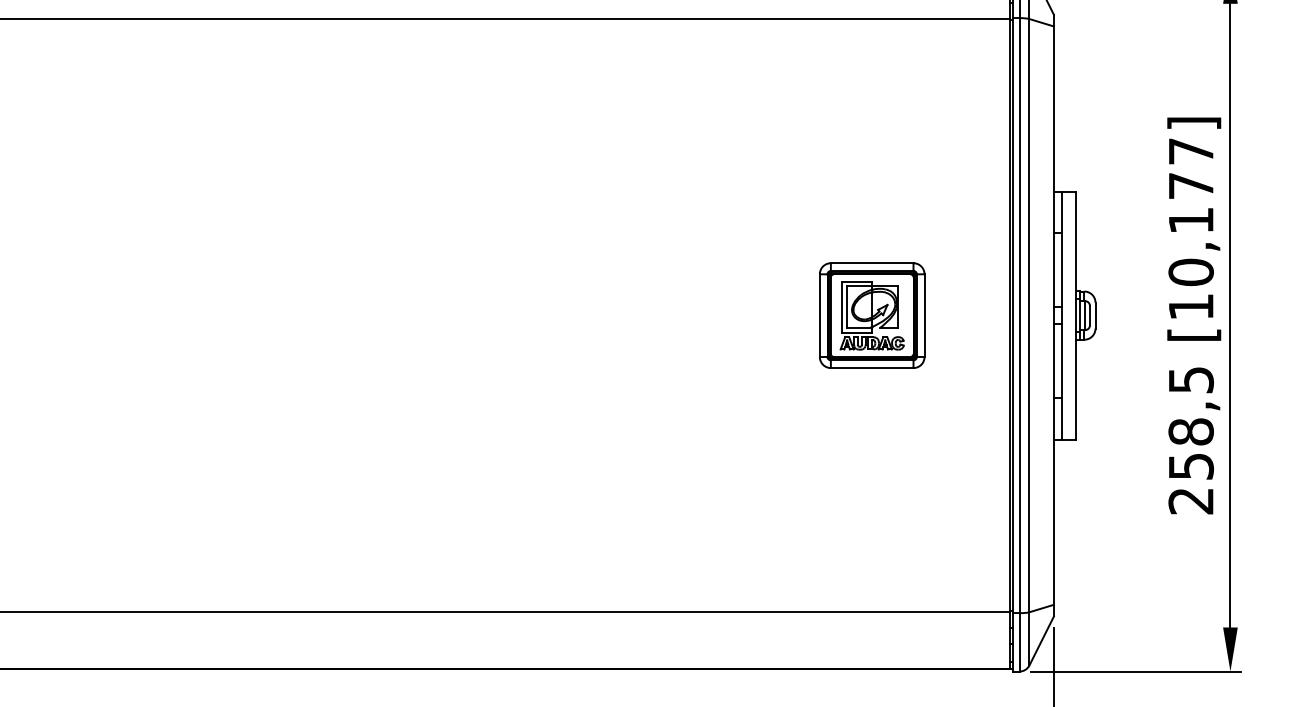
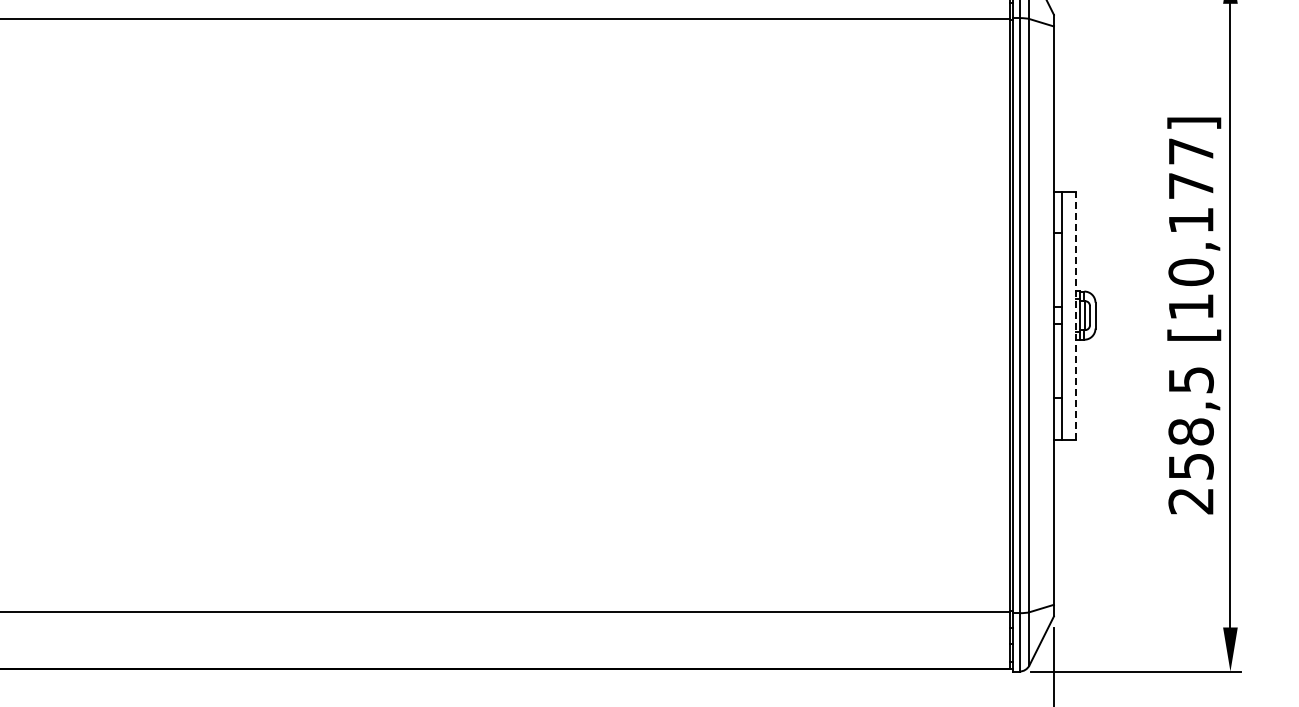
part at (872, 315): present -> none
line at (1075, 315): solid -> dashed
